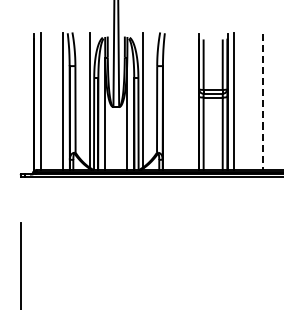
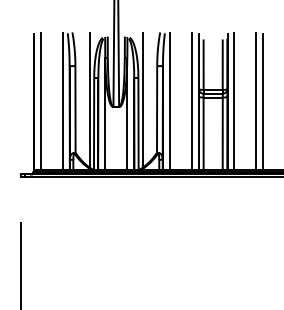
line at (169, 100): none -> present
line at (191, 100): none -> present
line at (256, 100): none -> present
line at (263, 102): dashed -> solid
